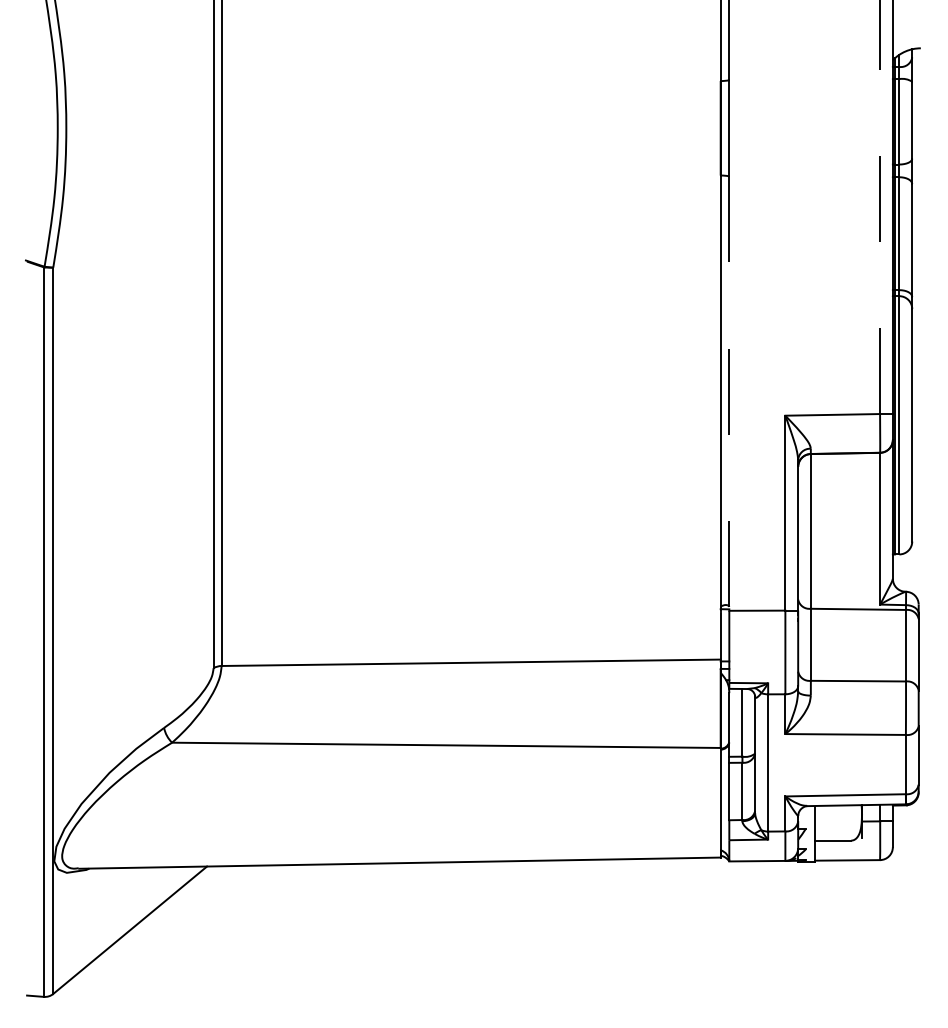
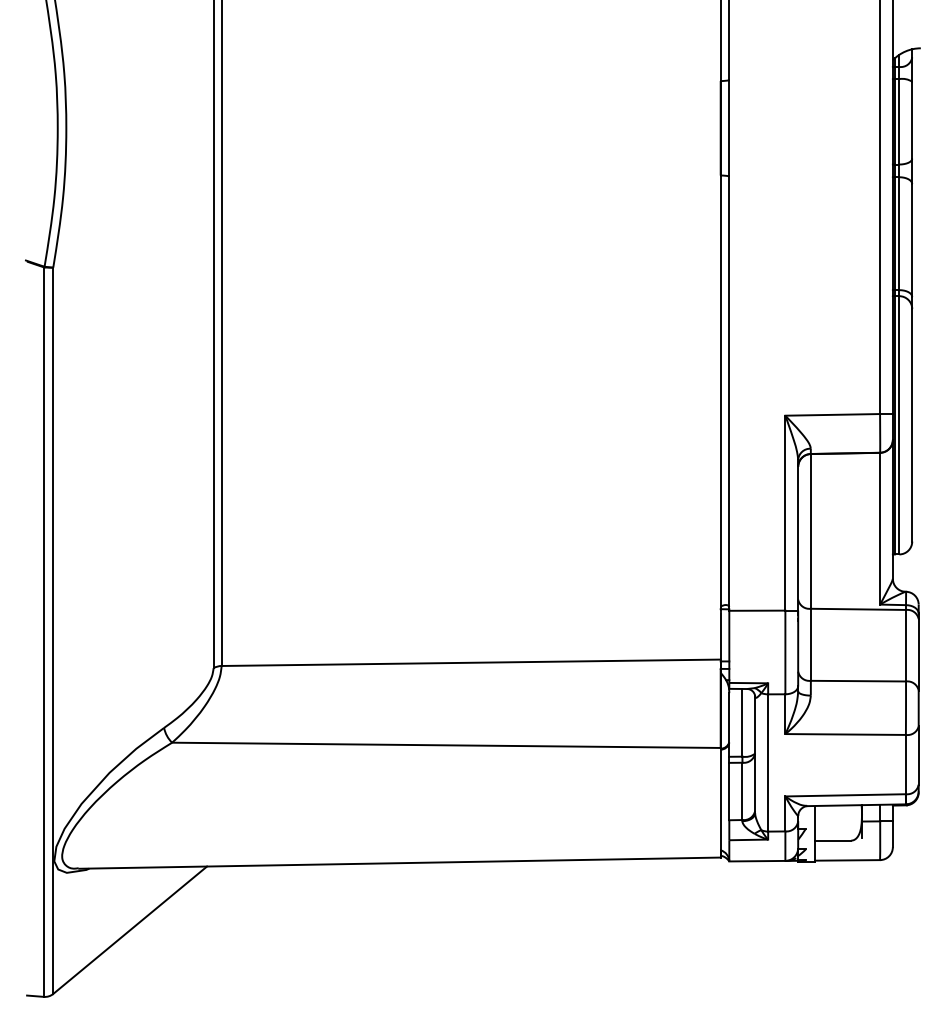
line at (880, 207): dashed -> solid
line at (729, 394): dashed -> solid
